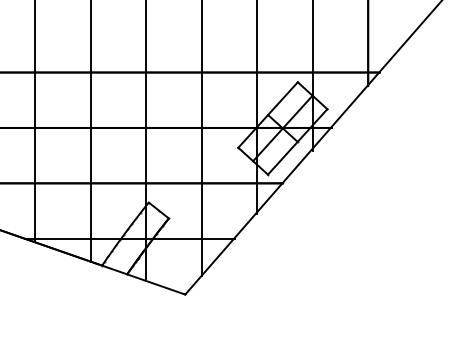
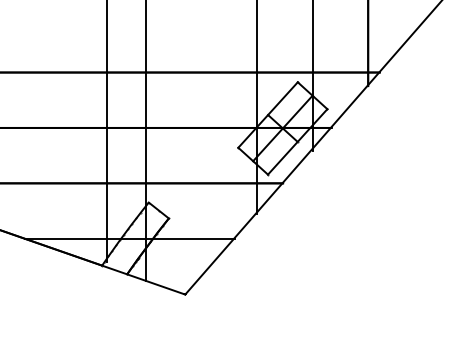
line at (34, 122): present -> none
line at (90, 131) position: (90, 131) -> (106, 131)
line at (201, 139): present -> none
